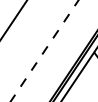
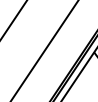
line at (44, 51): dashed -> solid
